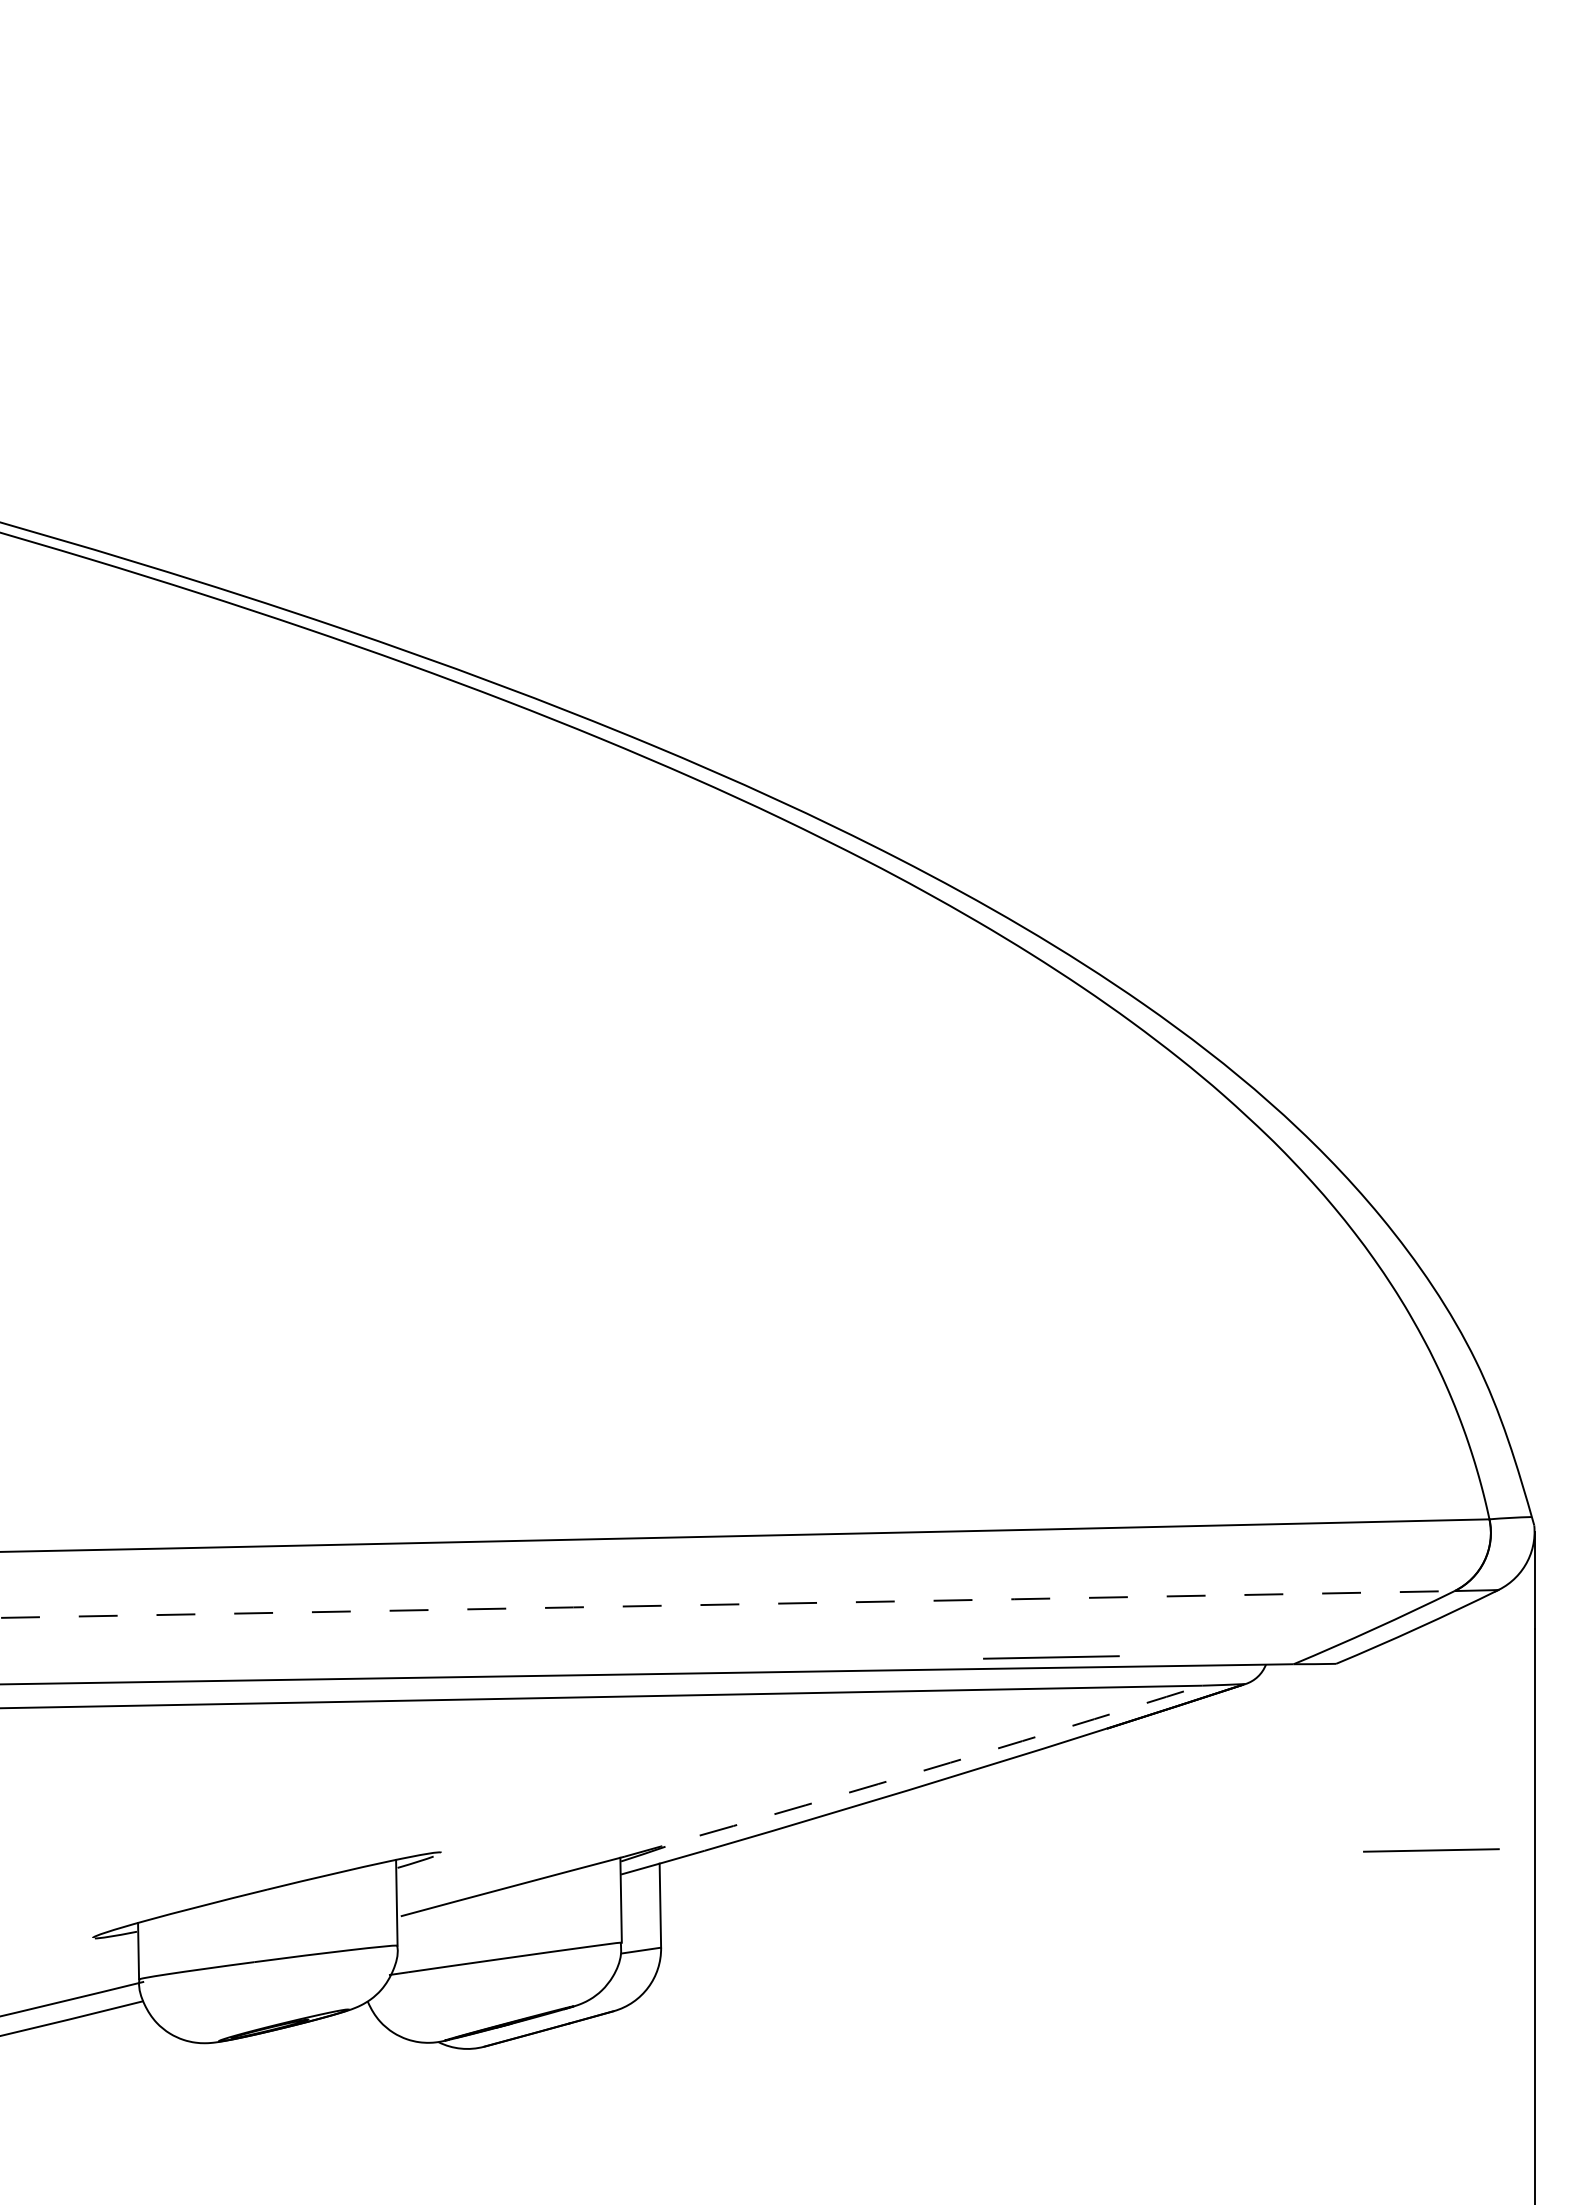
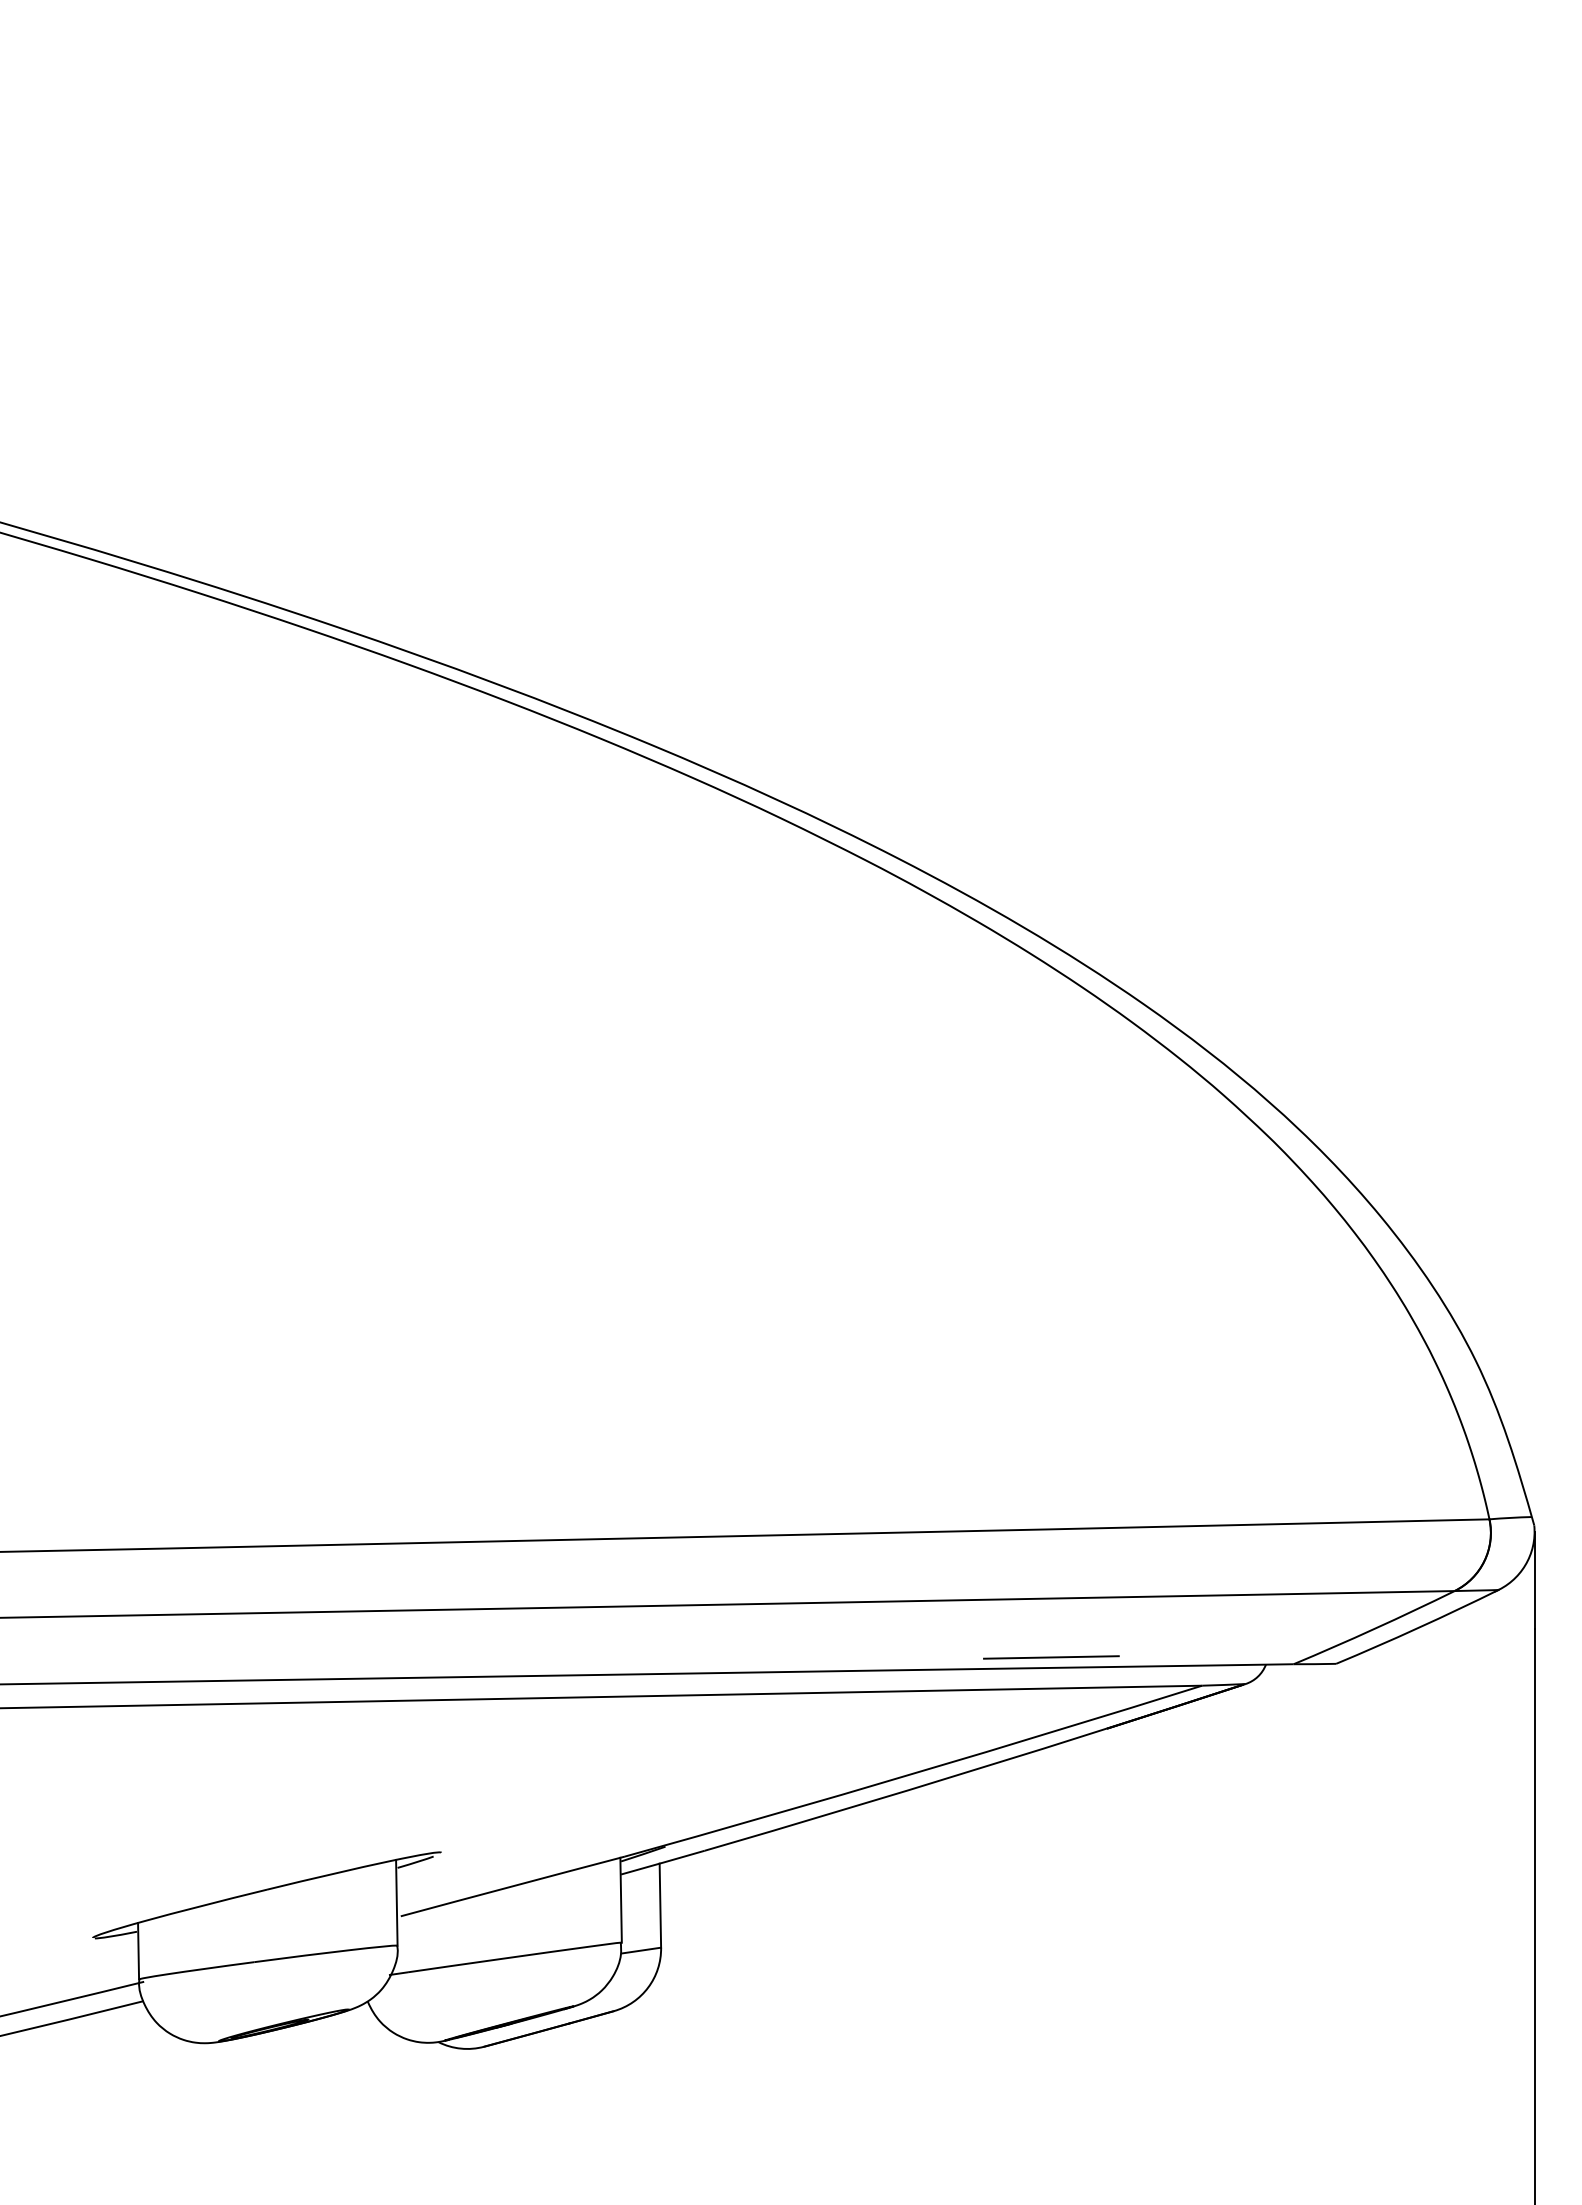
arc at (728, 1604): dashed -> solid
arc at (914, 1773): dashed -> solid
line at (1431, 1850): present -> none
